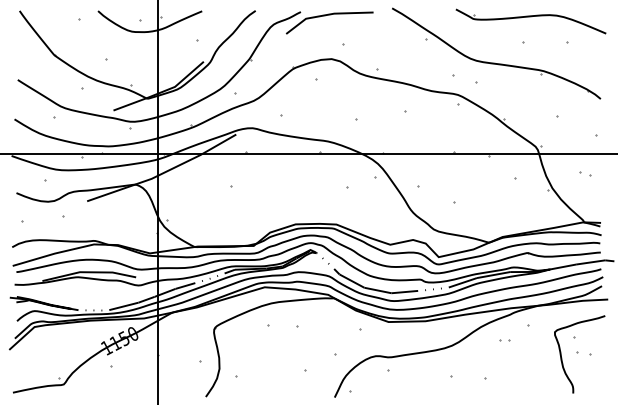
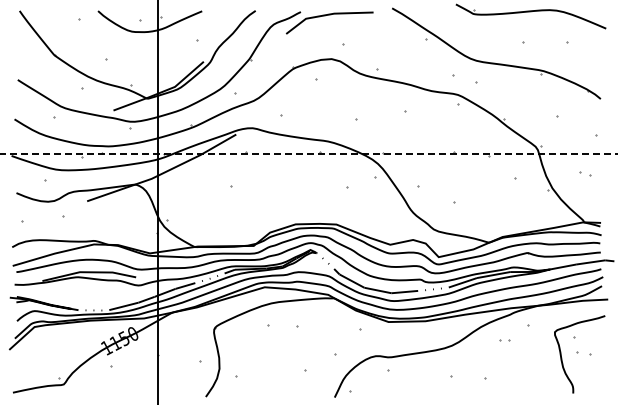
part at (530, 21) position: (530, 21) -> (530, 16)
line at (308, 153): solid -> dashed
